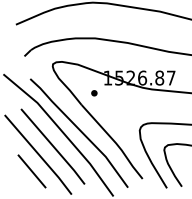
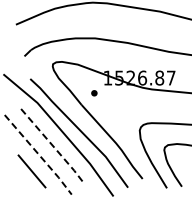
line at (54, 147): solid -> dashed
line at (39, 155): solid -> dashed
